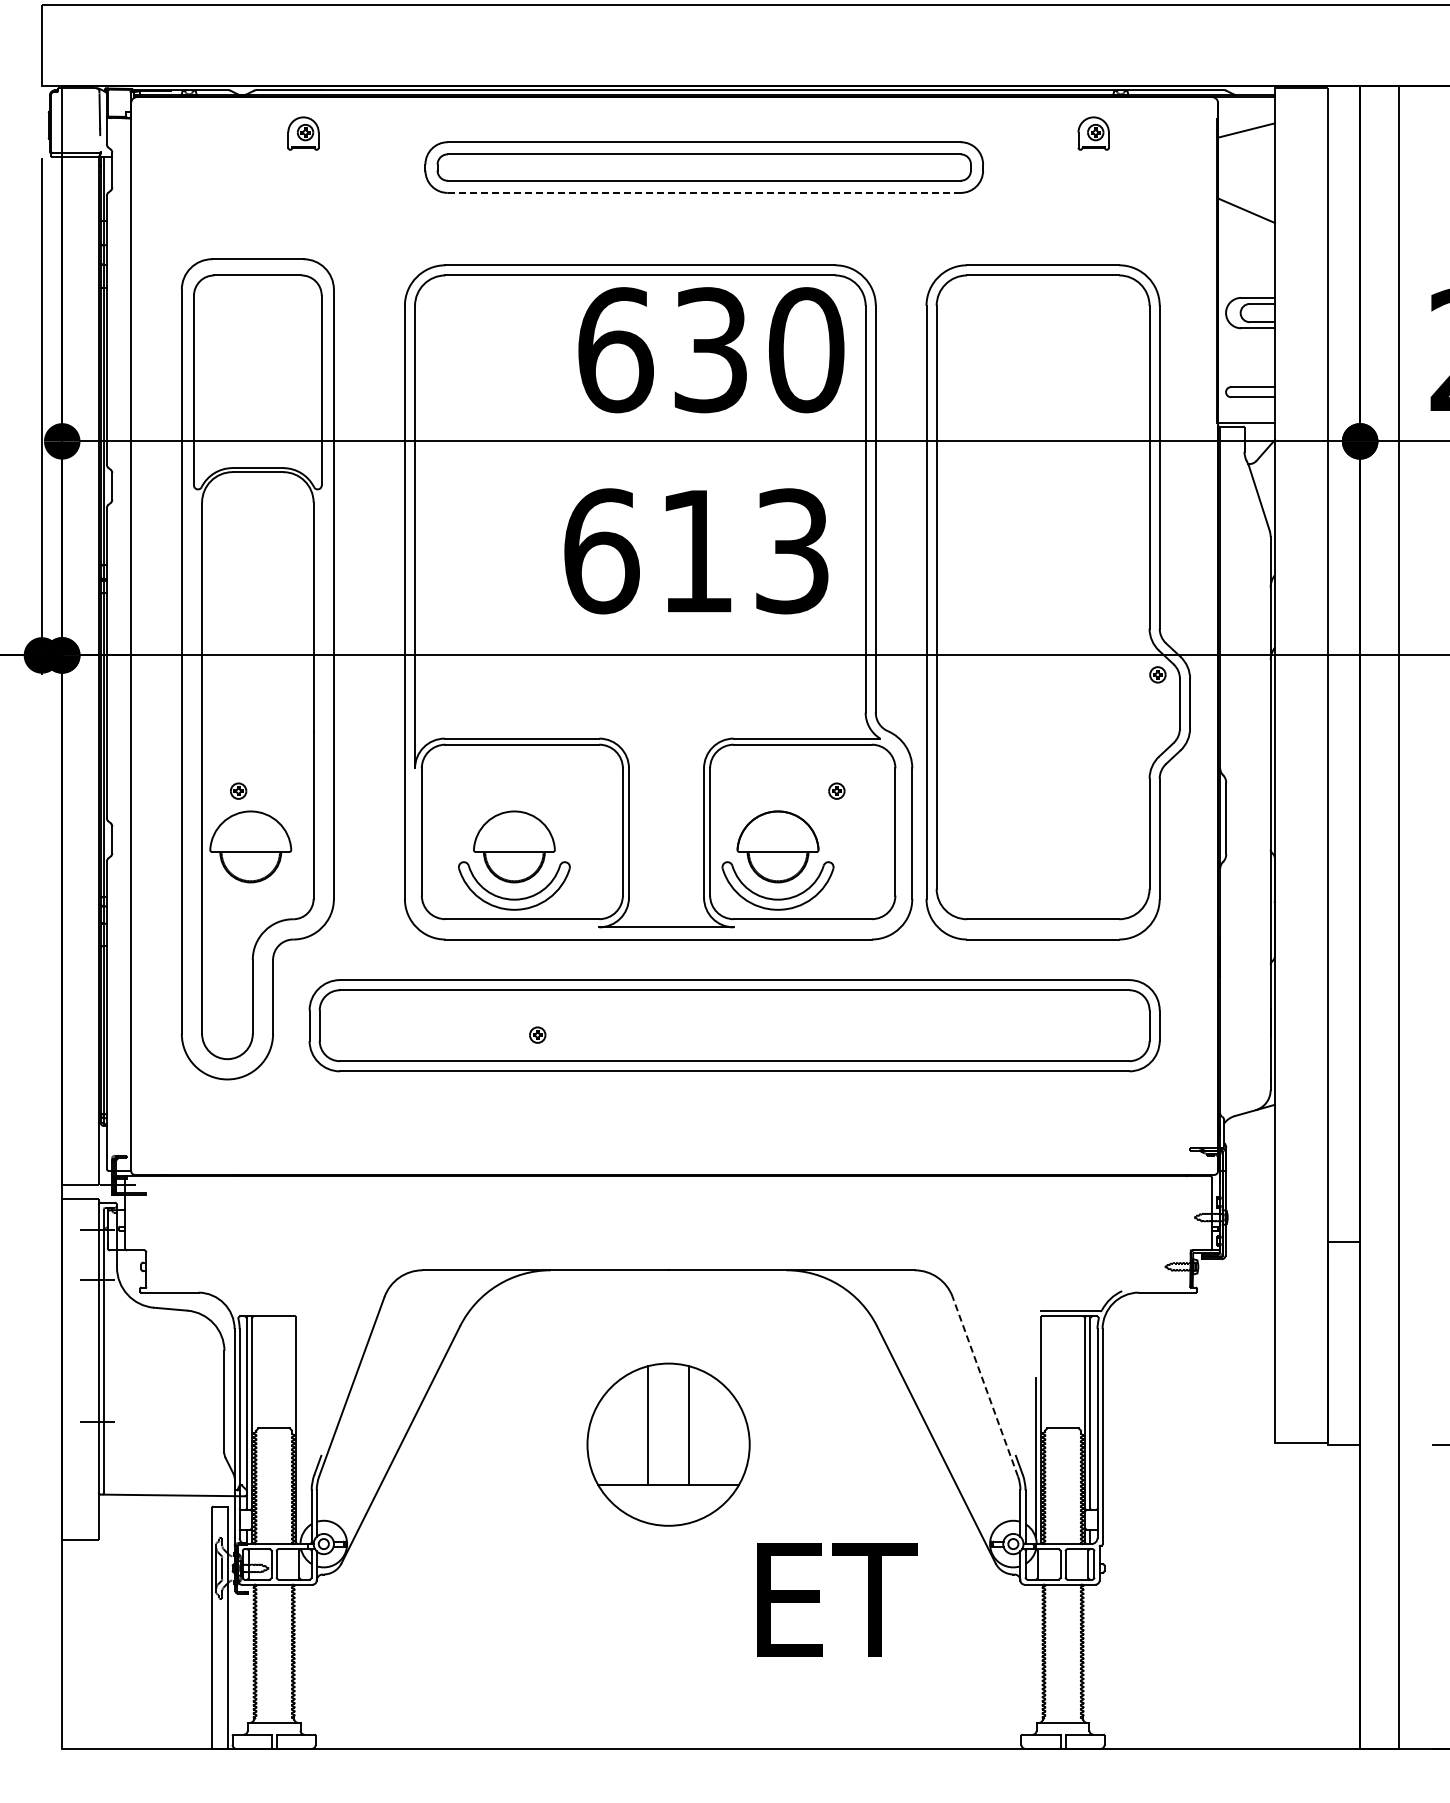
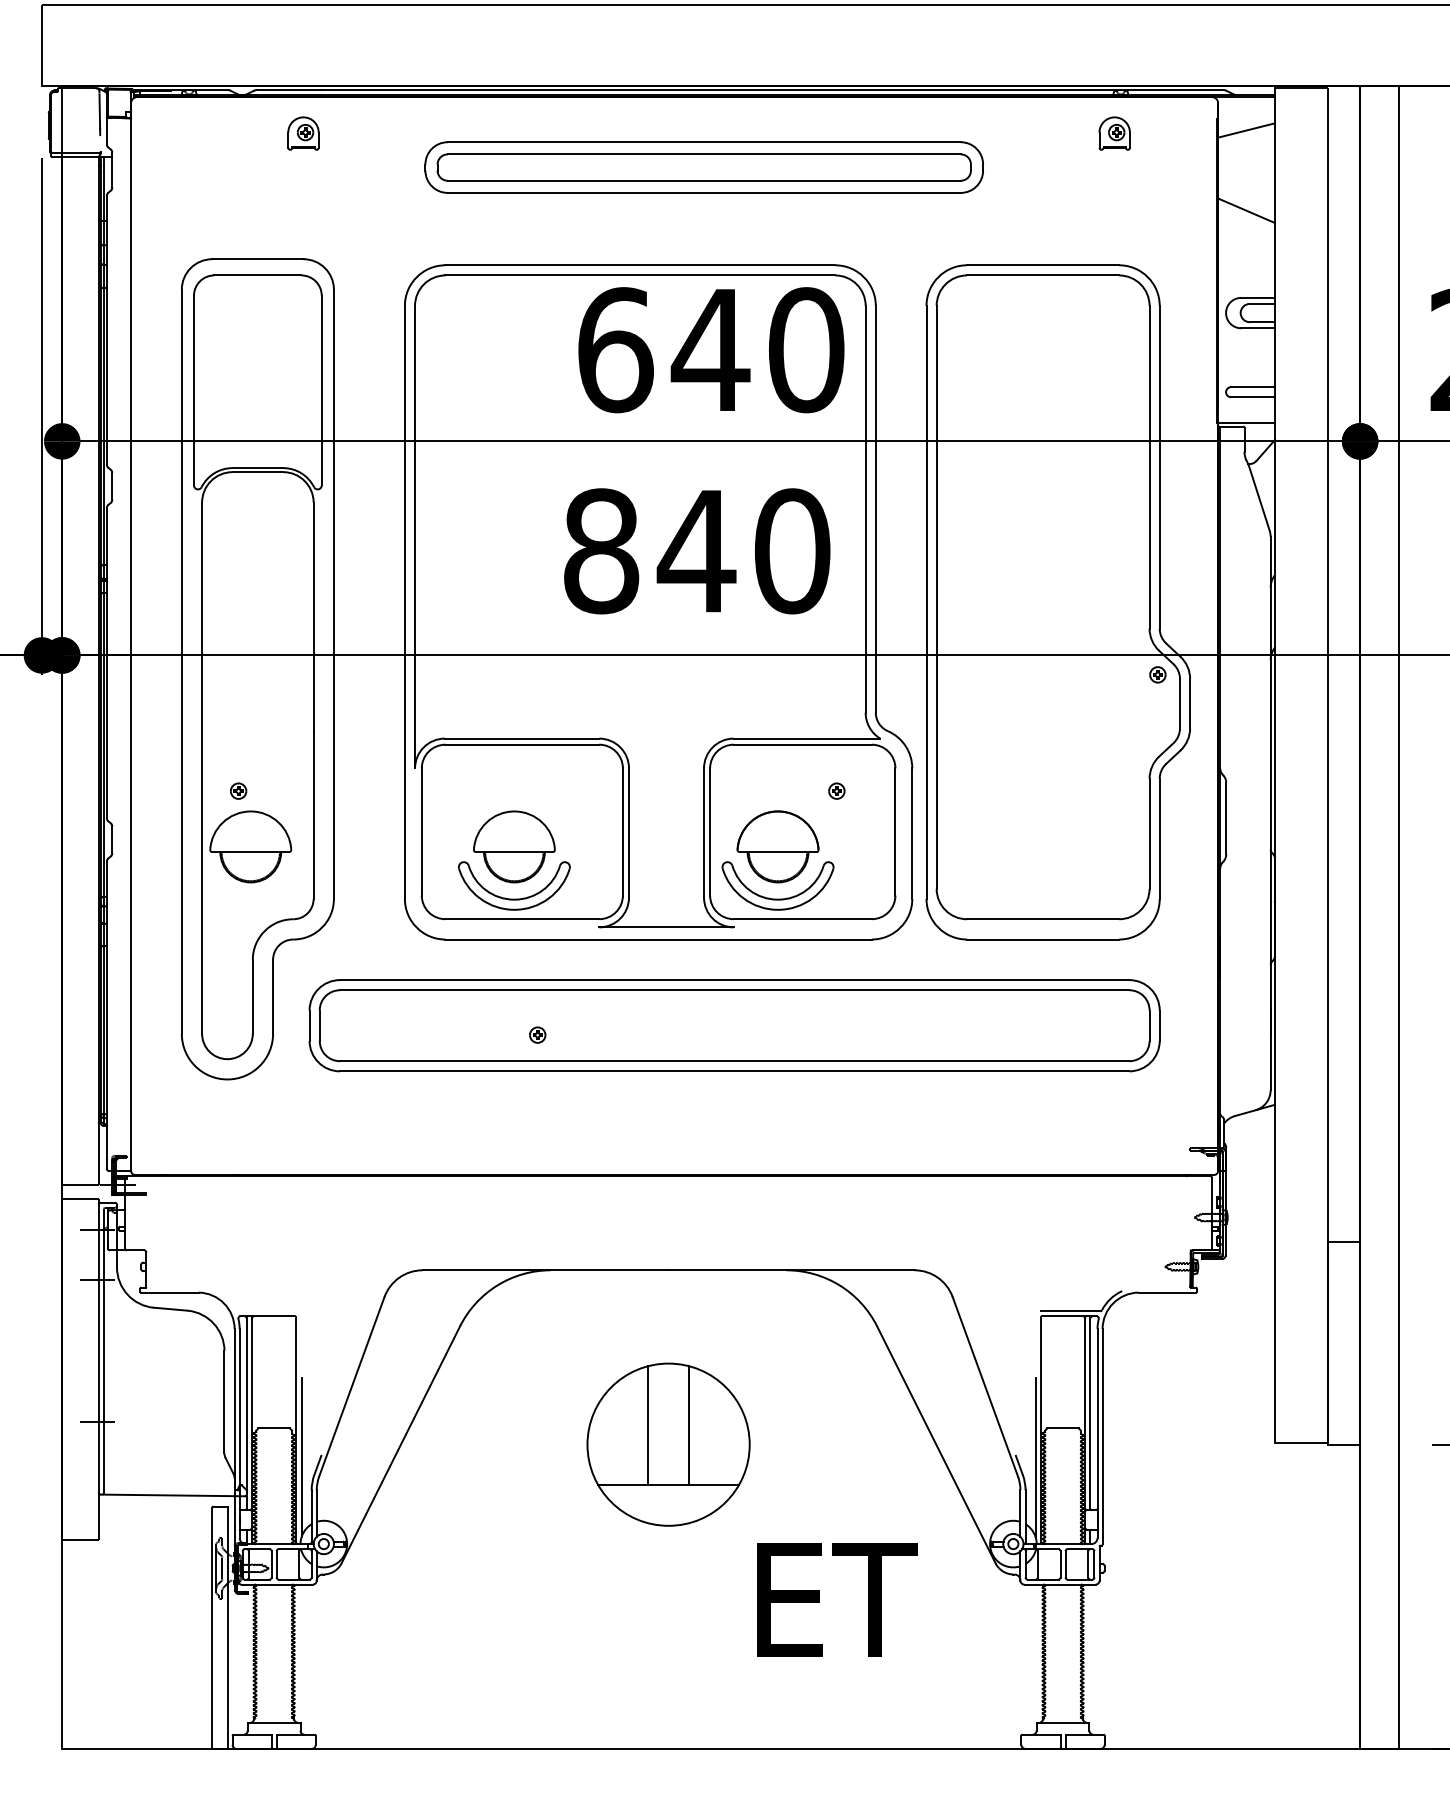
part at (1093, 133) position: (1093, 133) -> (1114, 133)
line at (704, 192): dashed -> solid
text at (710, 350): 630 -> 640
text at (697, 551): 613 -> 840
line at (985, 1386): dashed -> solid
line at (301, 1457): none -> present
